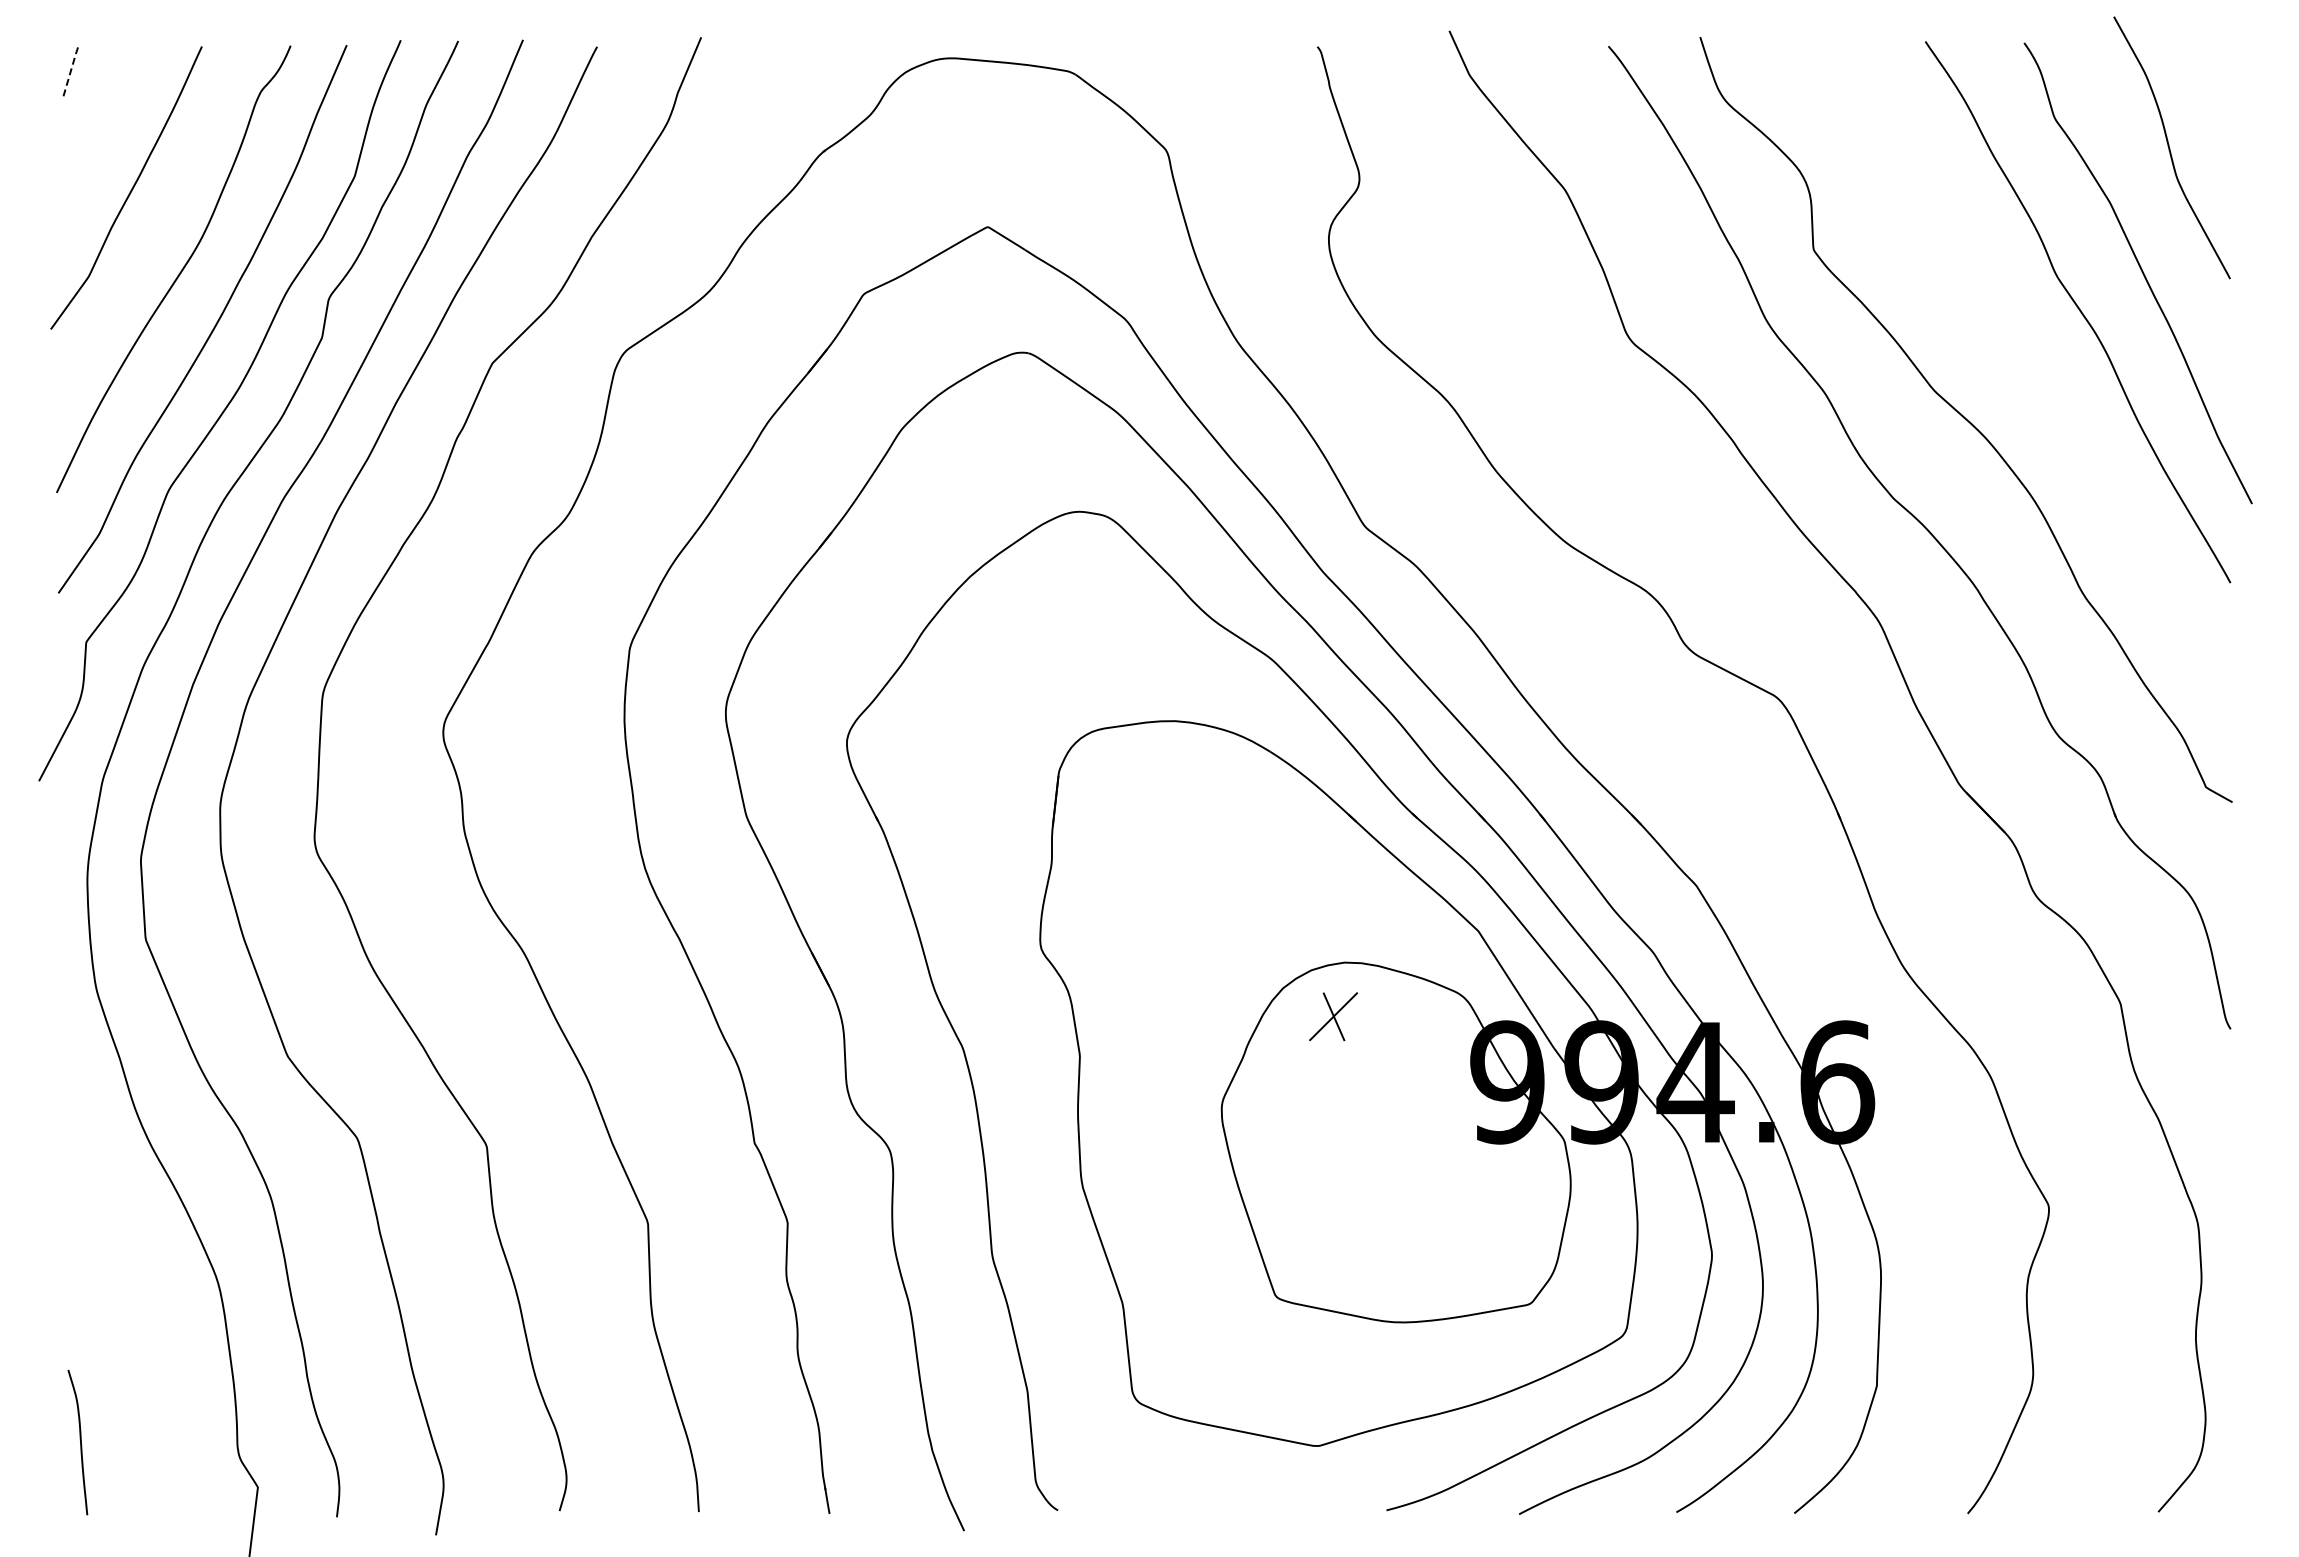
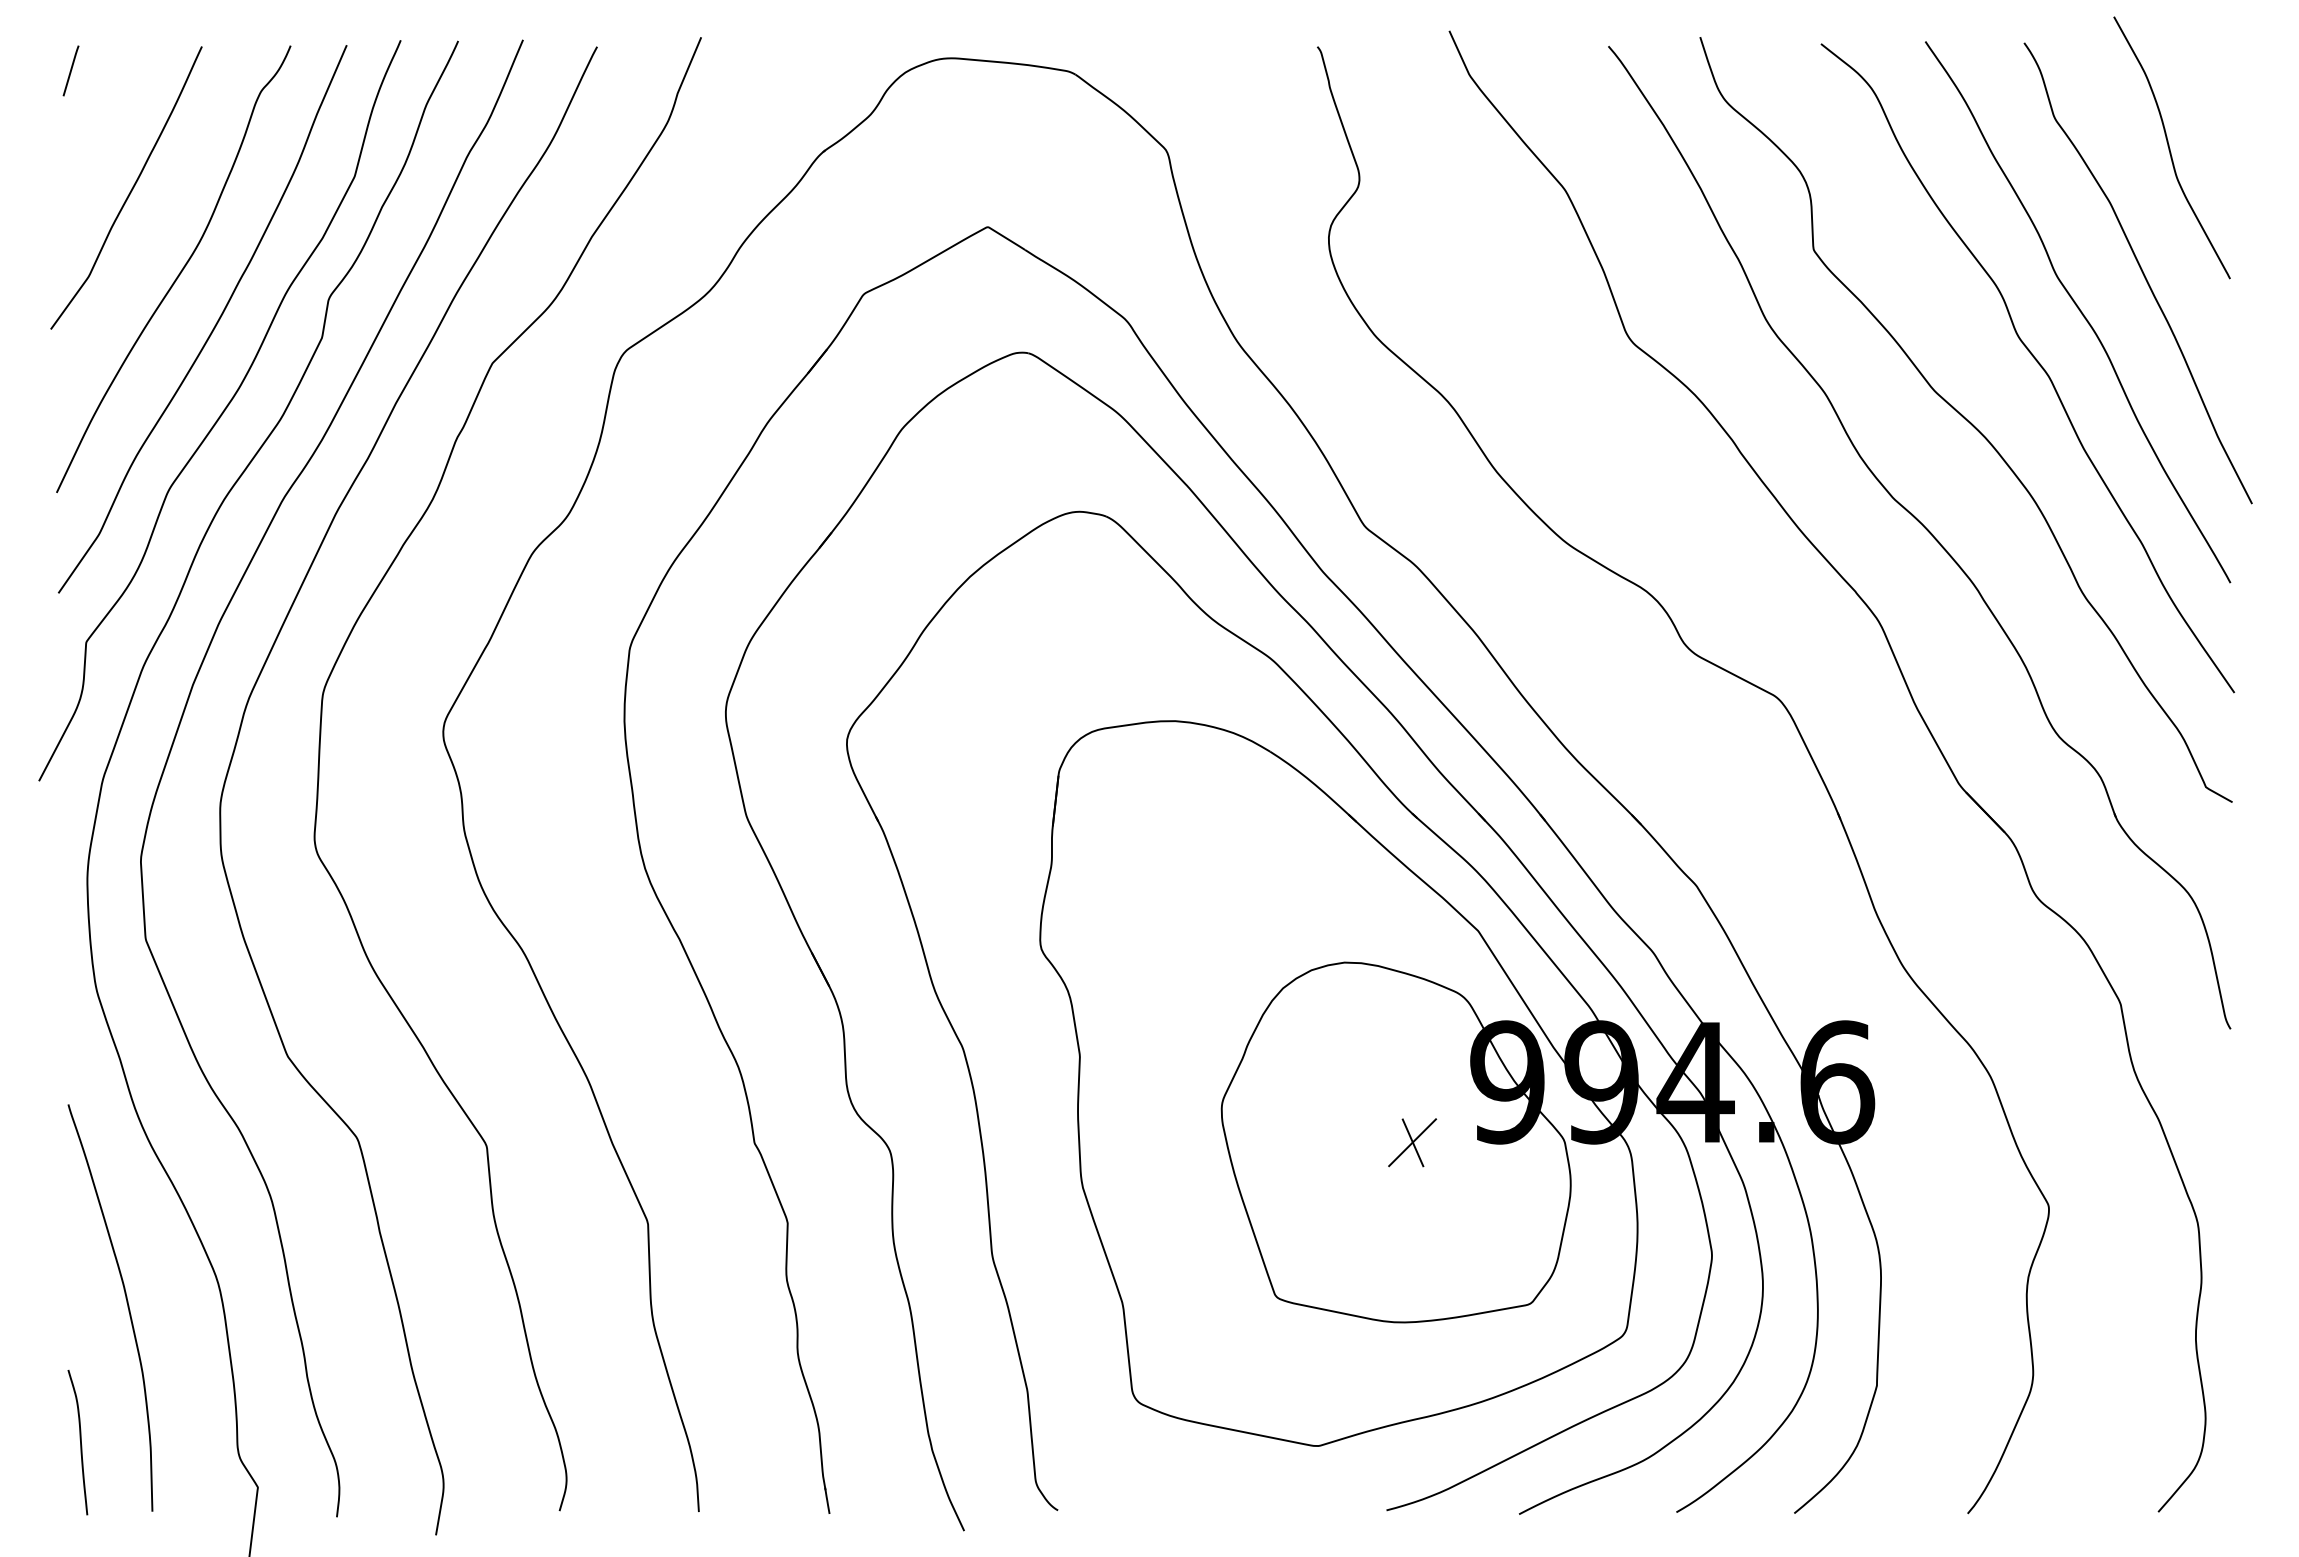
line at (71, 69): dashed -> solid
curve at (2037, 363): none -> present
part at (1333, 1016) position: (1333, 1016) -> (1412, 1142)
curve at (126, 1303): none -> present
